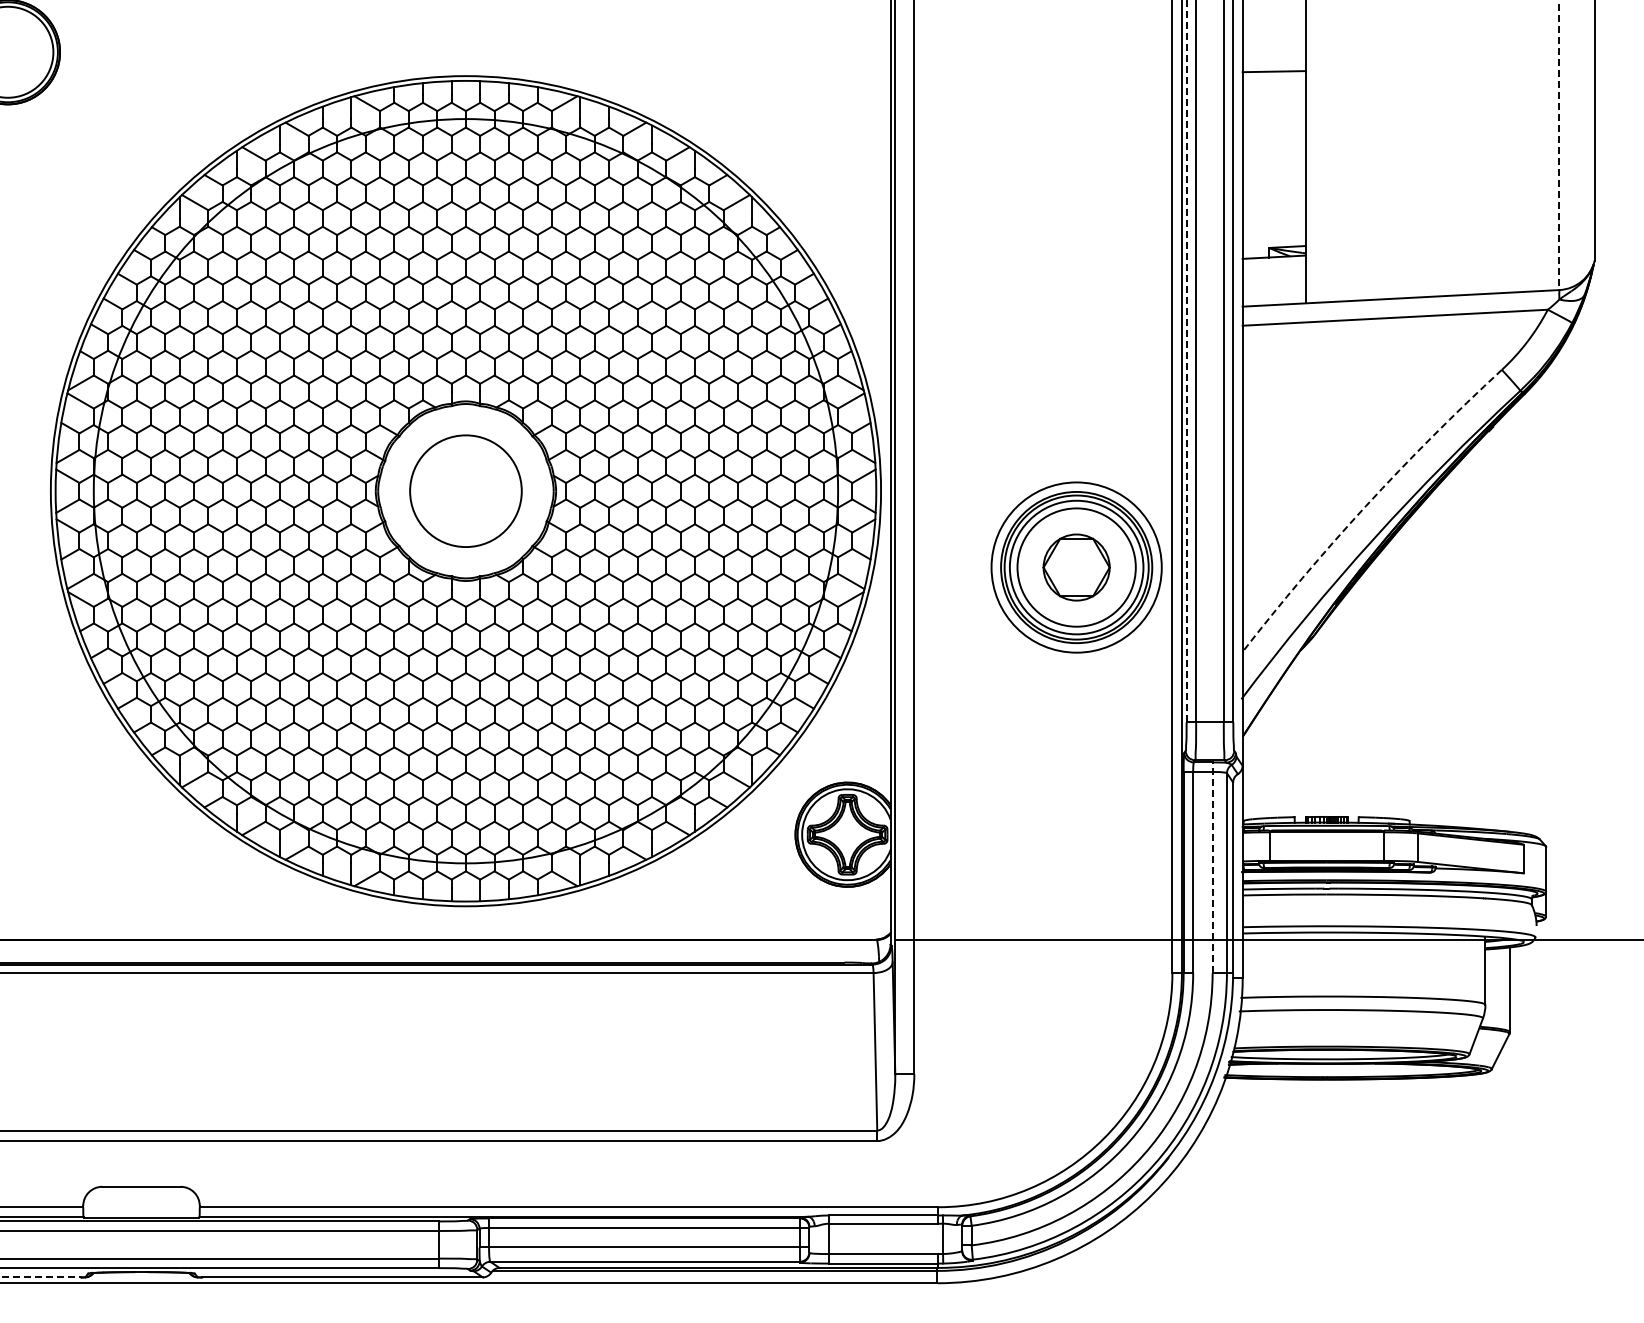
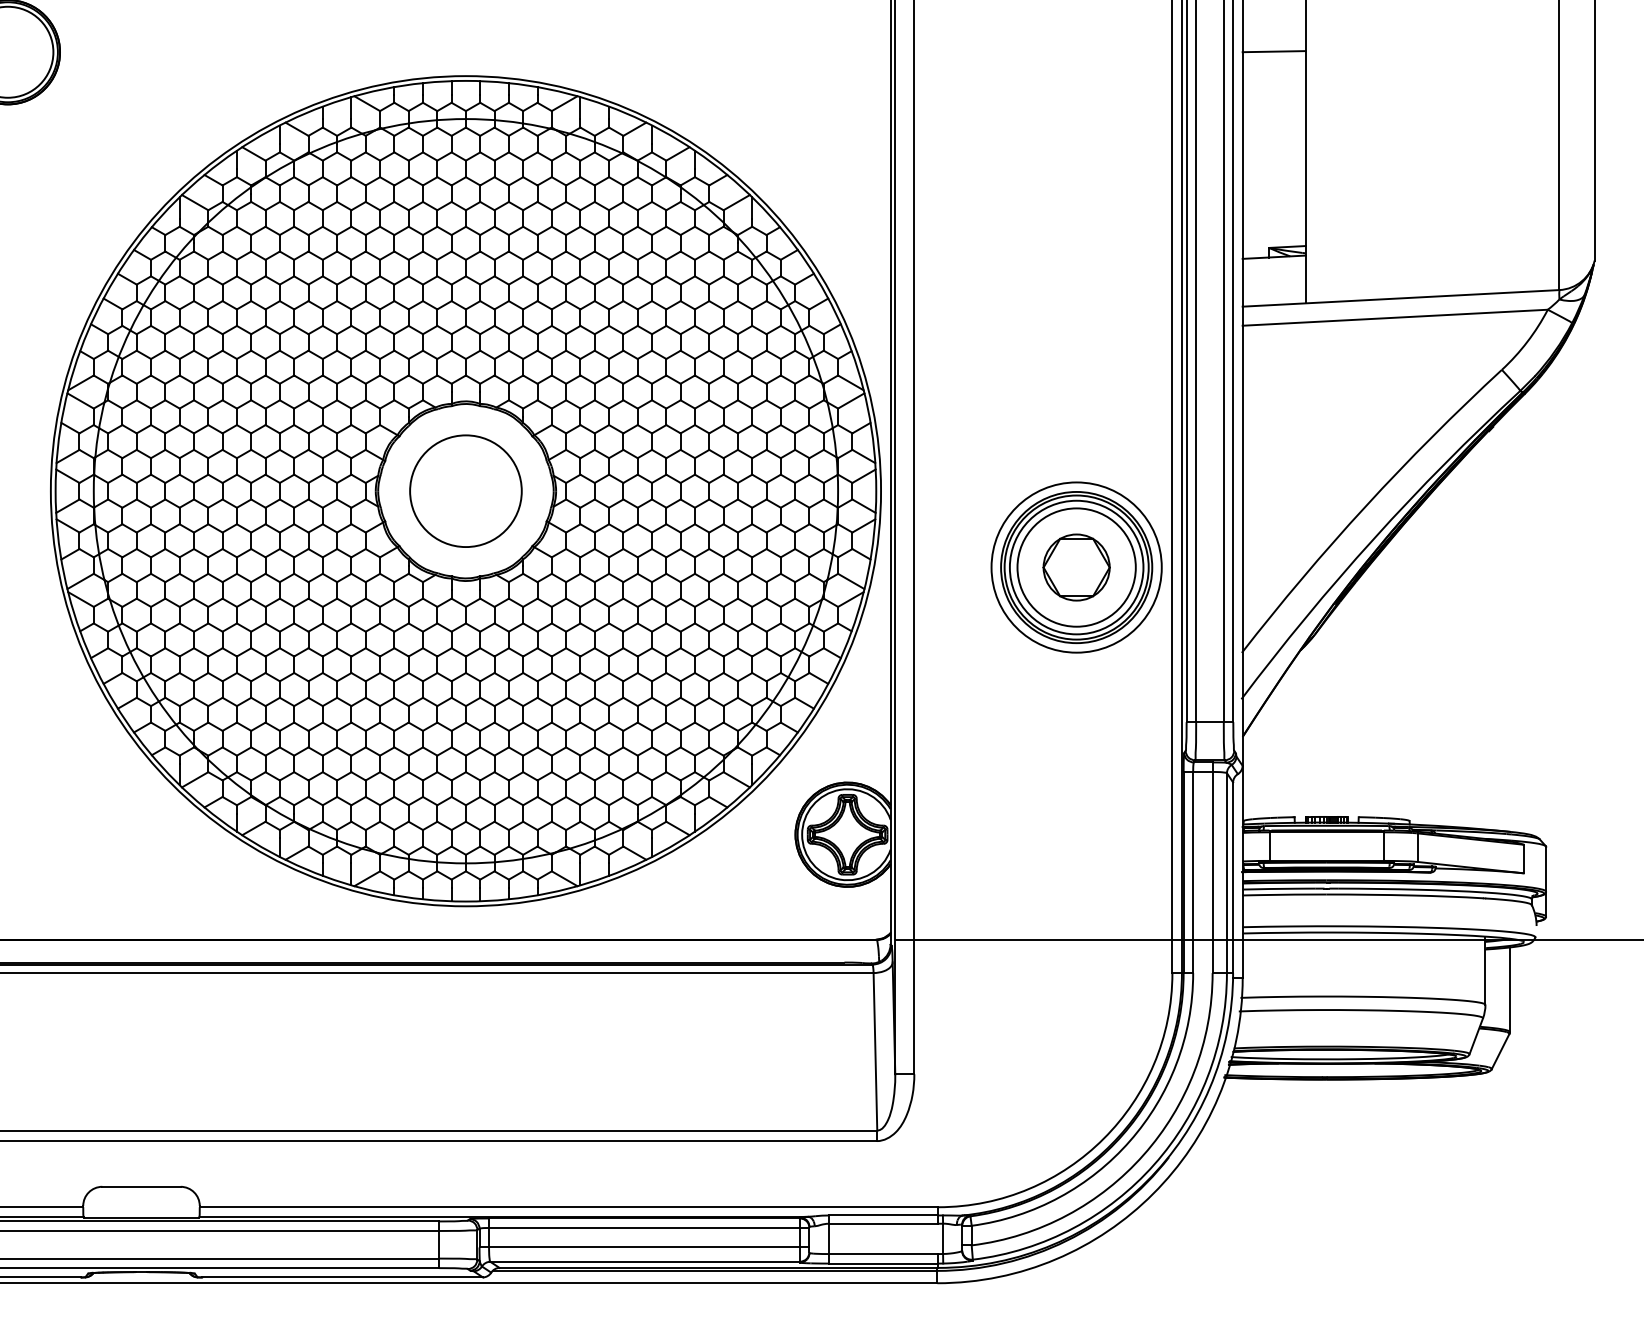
line at (1273, 71) position: (1273, 71) -> (1273, 51)
line at (1559, 145): dashed -> solid
line at (1186, 361): dashed -> solid
arc at (1366, 506): dashed -> solid
line at (1212, 867): dashed -> solid
line at (40, 1277): dashed -> solid
